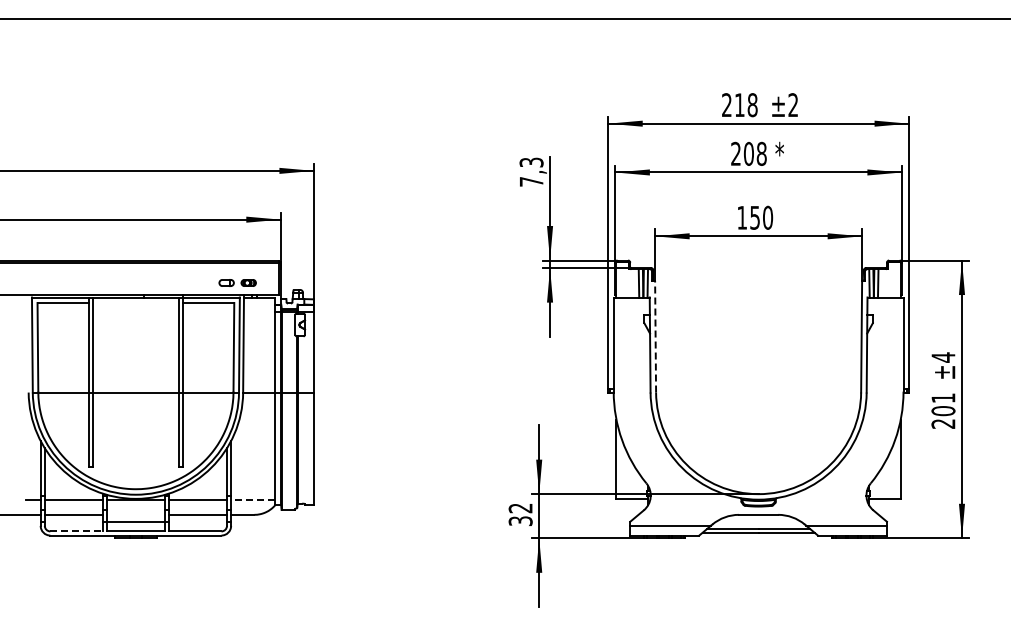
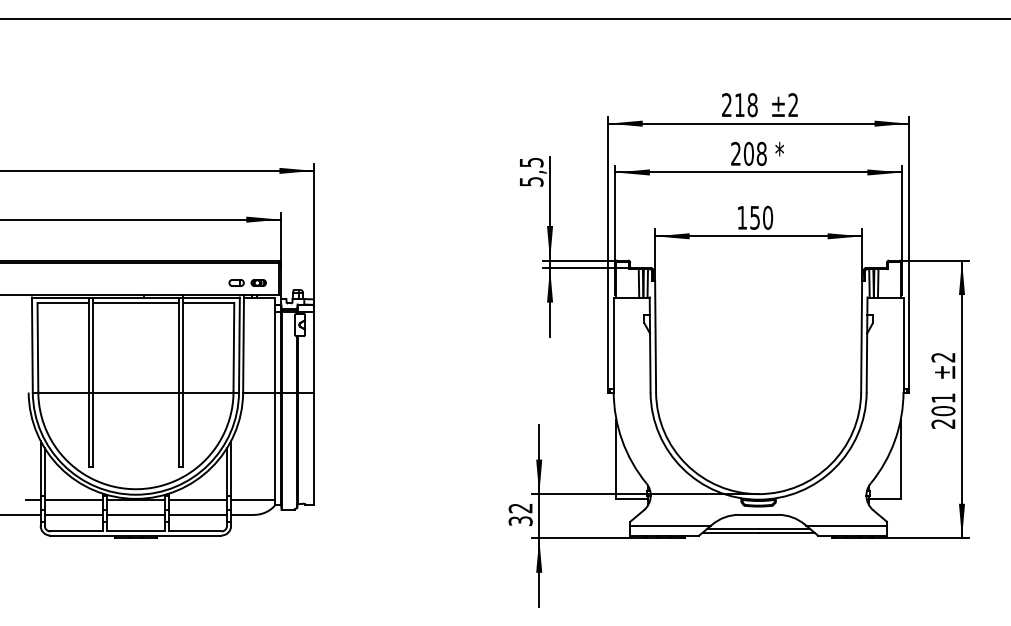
text at (531, 171): 7,3 -> 5,5
part at (237, 282) position: (237, 282) -> (247, 282)
line at (135, 303): none -> present
line at (655, 336): dashed -> solid
text at (943, 357): ±4 -> ±2
line at (252, 499): dashed -> solid
line at (135, 521) position: (135, 521) -> (135, 514)
line at (77, 531): dashed -> solid
